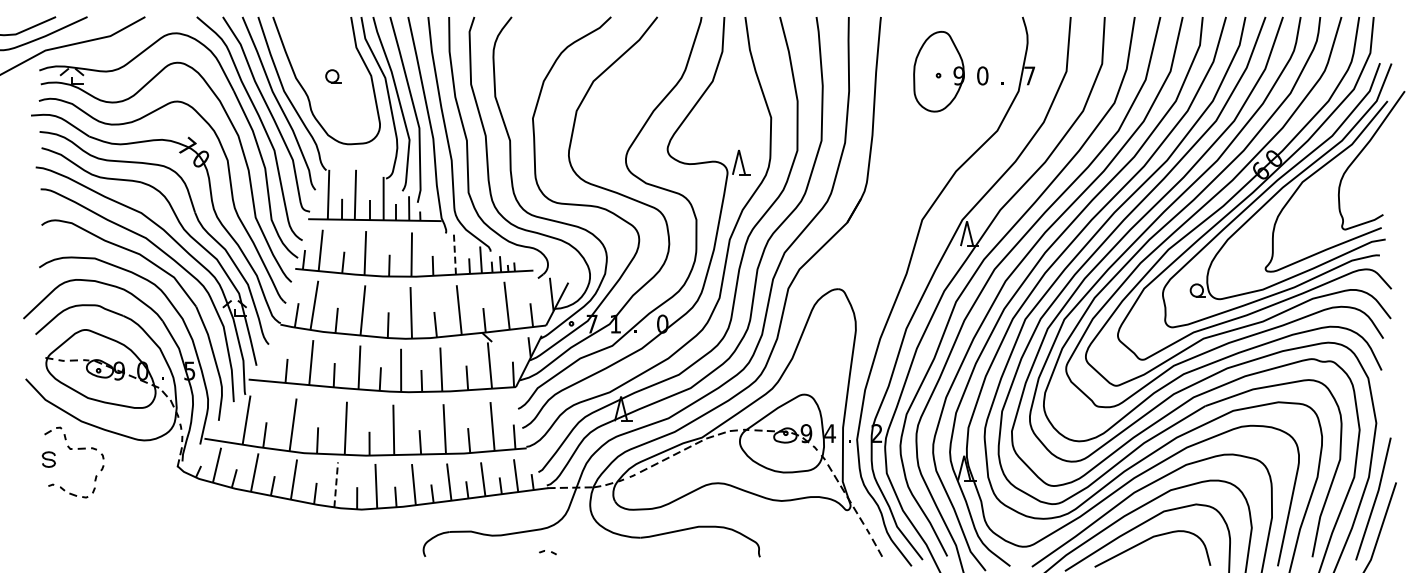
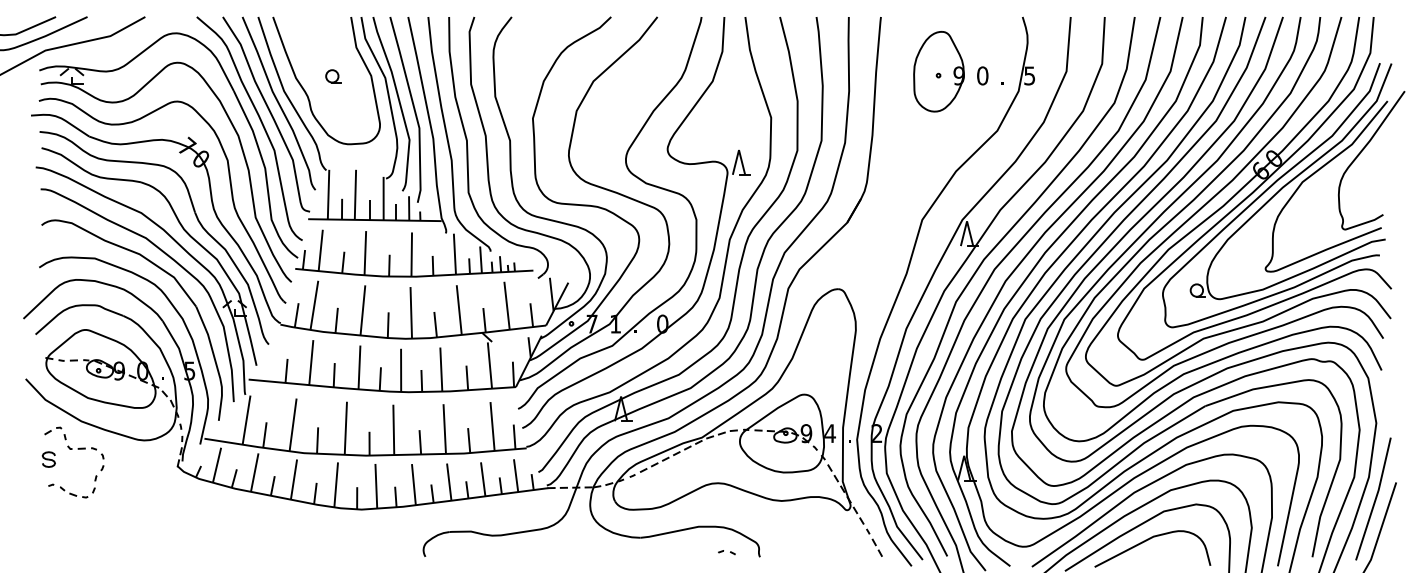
text at (1029, 75): 7 -> 5
line at (454, 253): dashed -> solid
line at (336, 484): dashed -> solid
part at (547, 552) position: (547, 552) -> (726, 552)
